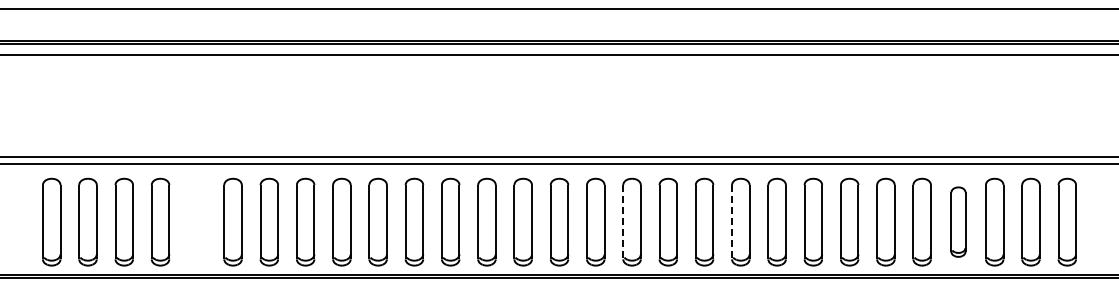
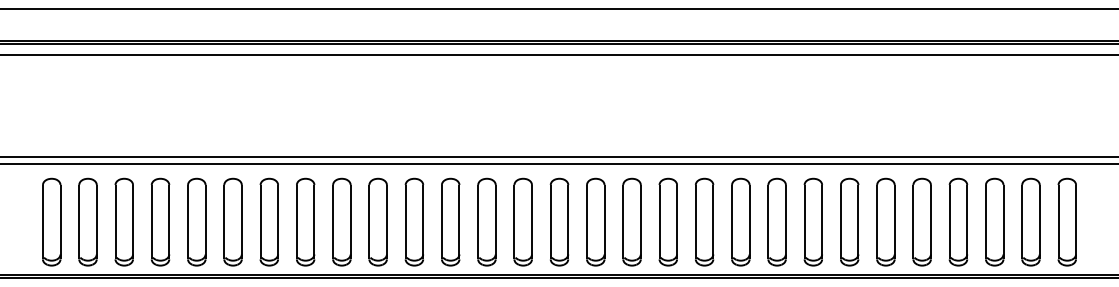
part at (196, 221): none -> present
part at (958, 221) size: 17x72 px -> 21x90 px
line at (623, 222): dashed -> solid
line at (732, 222): dashed -> solid
